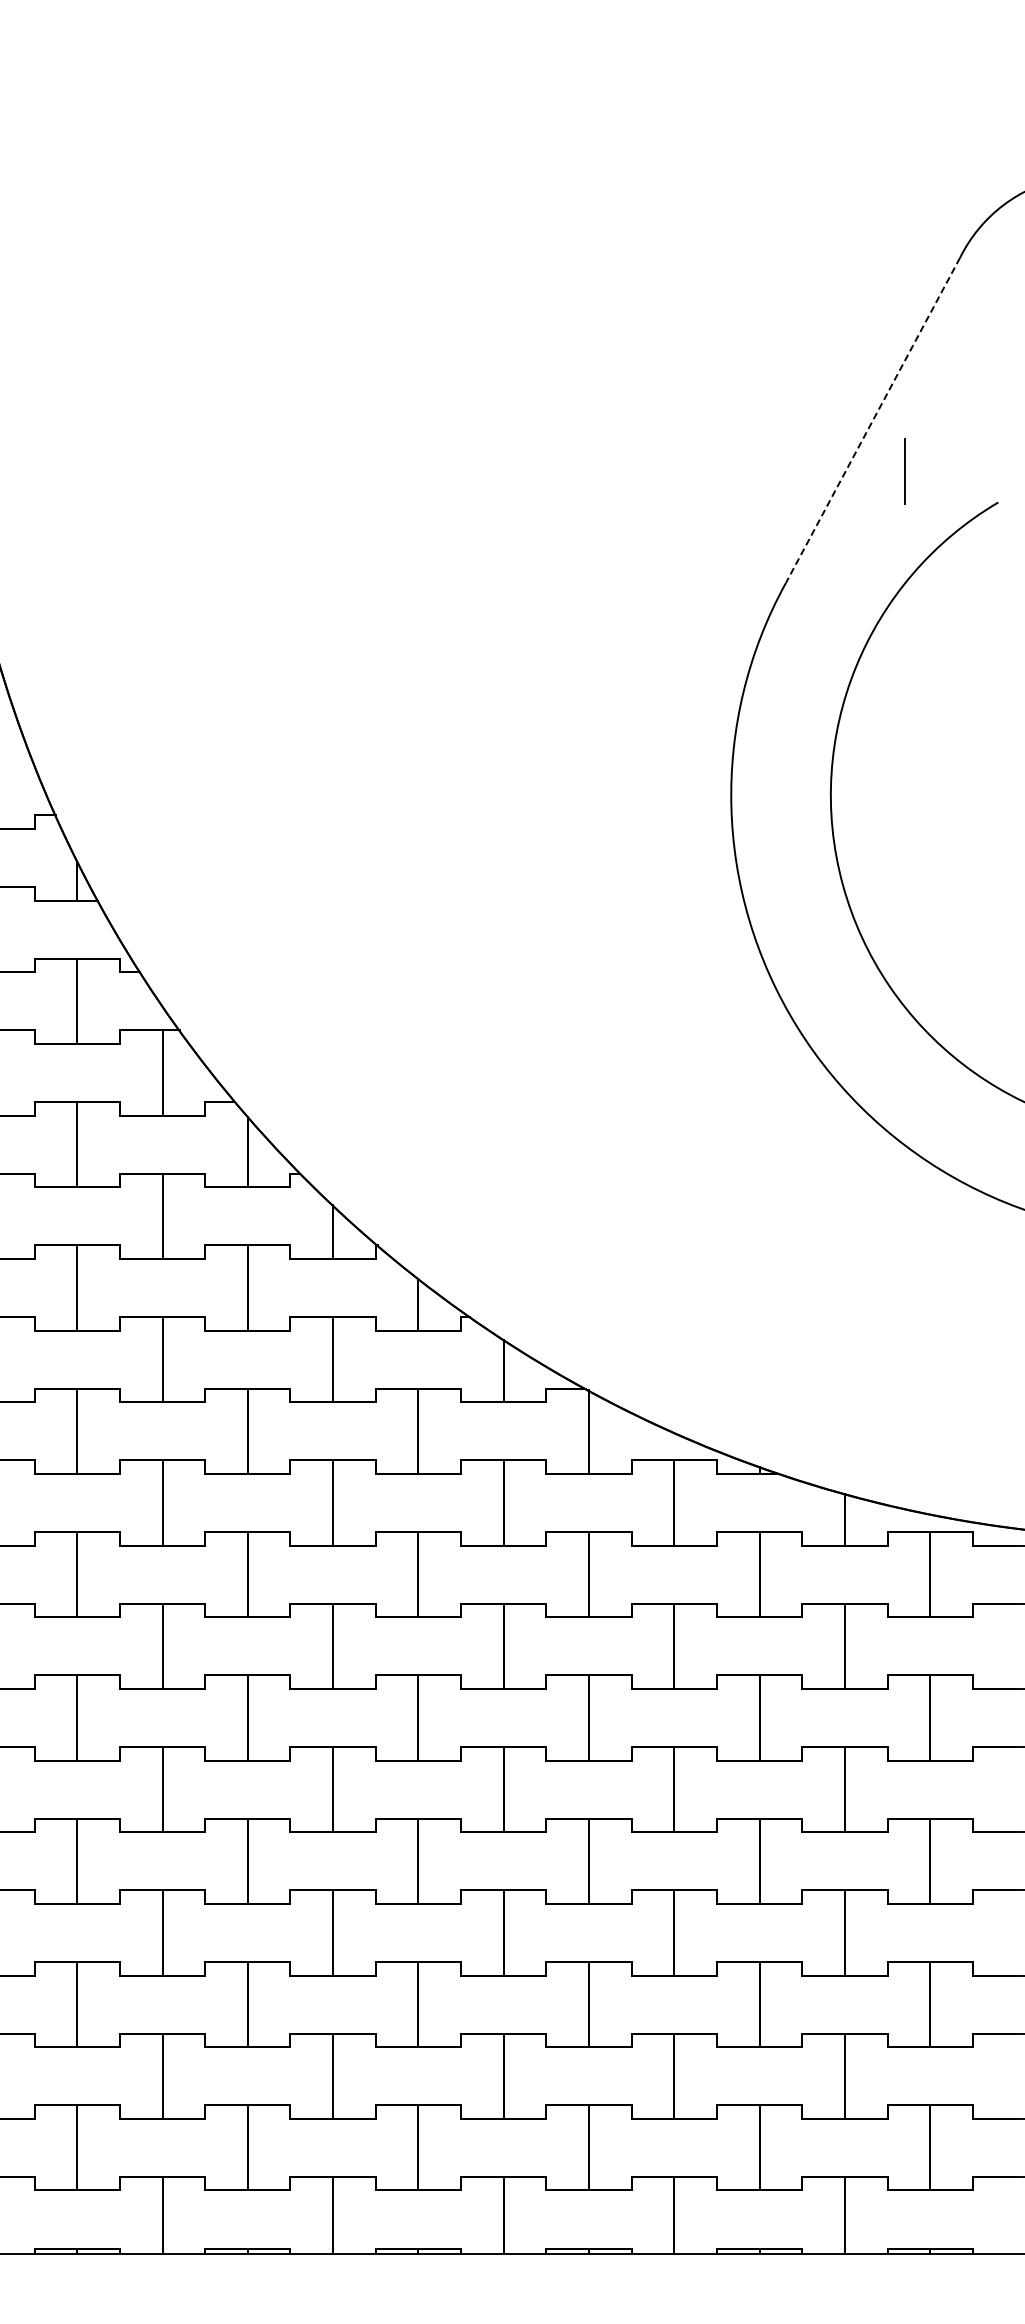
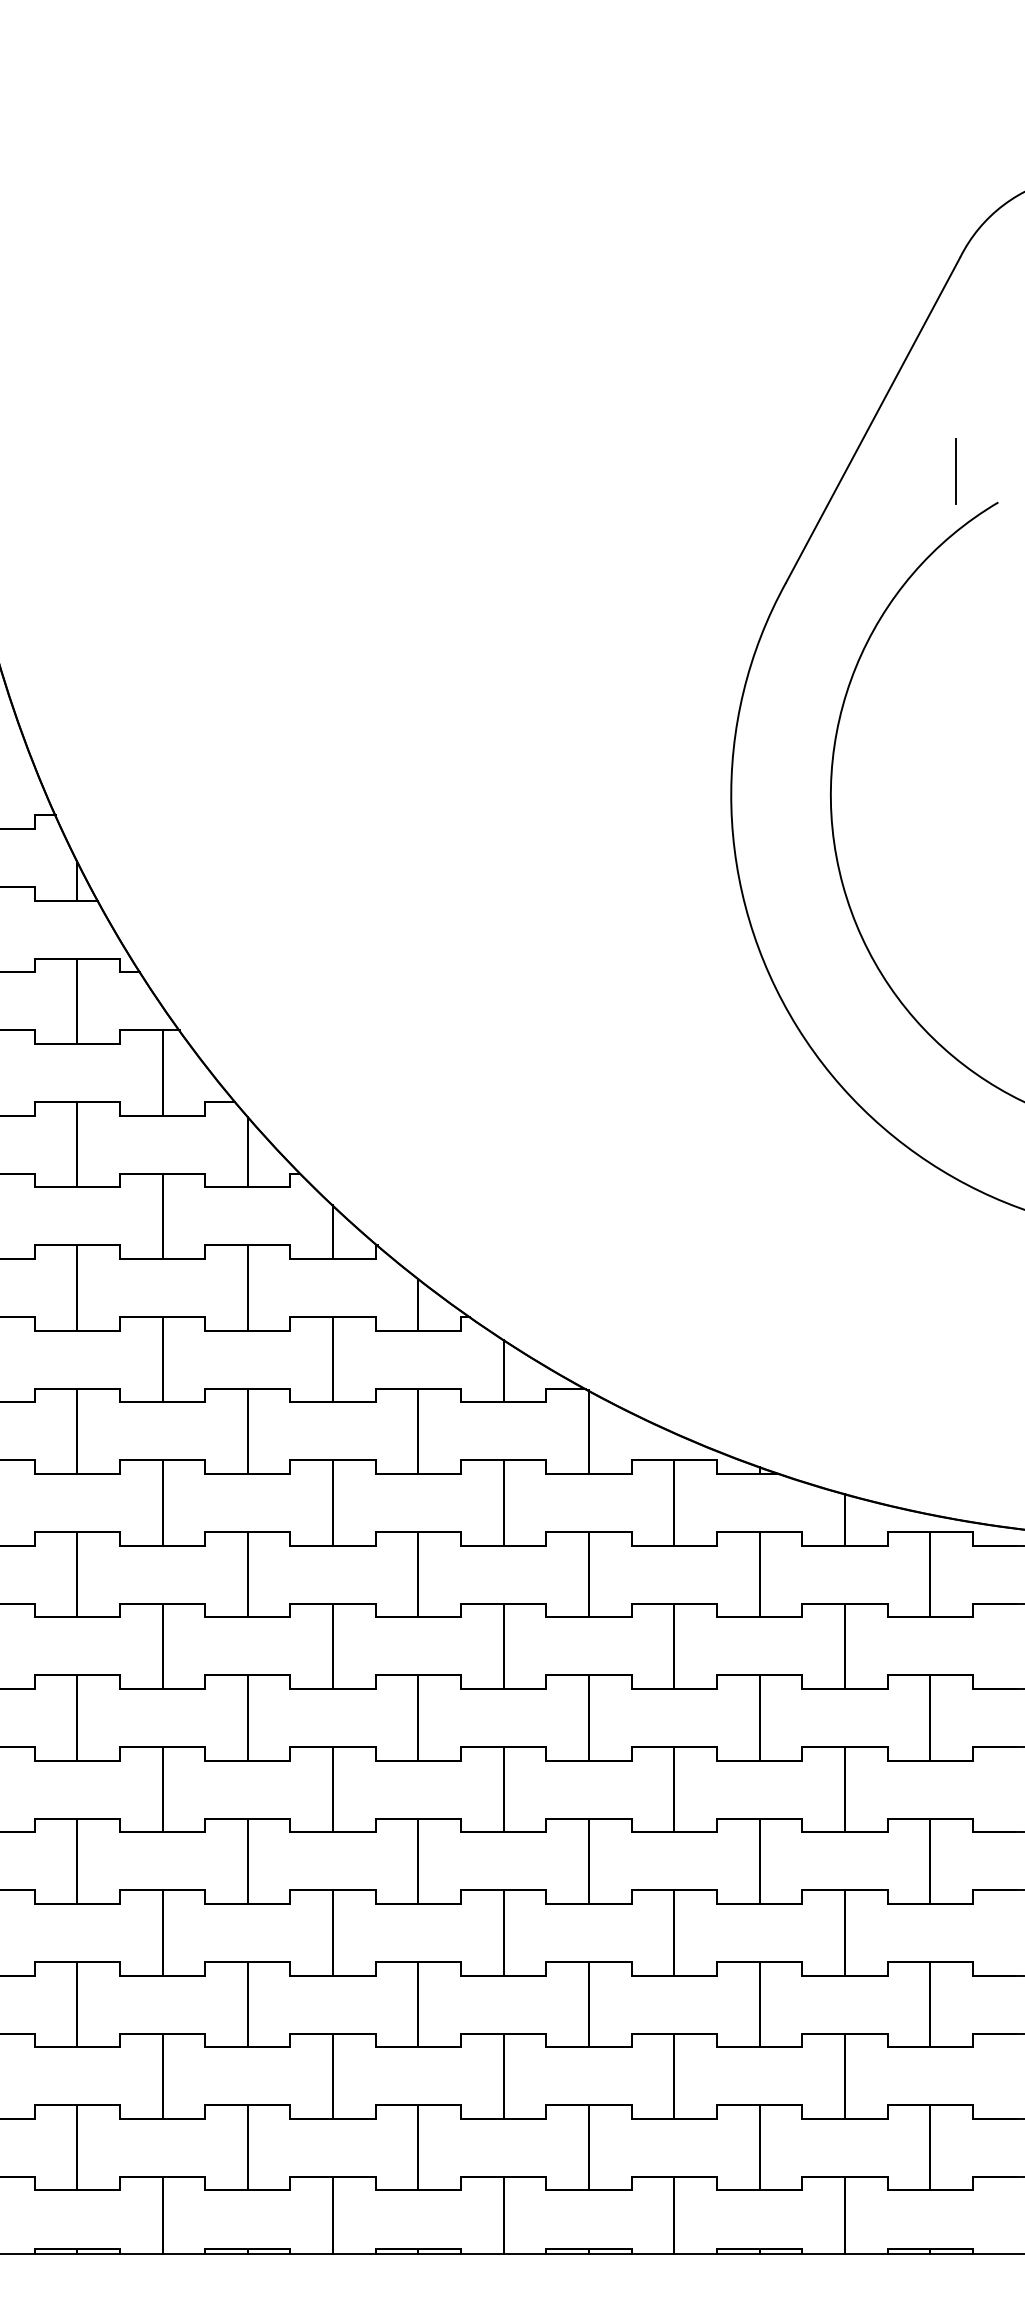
line at (872, 420): dashed -> solid
line at (904, 471) position: (904, 471) -> (955, 471)
